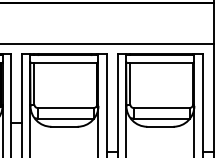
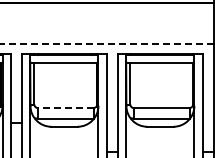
line at (106, 43): solid -> dashed
line at (65, 108): solid -> dashed
